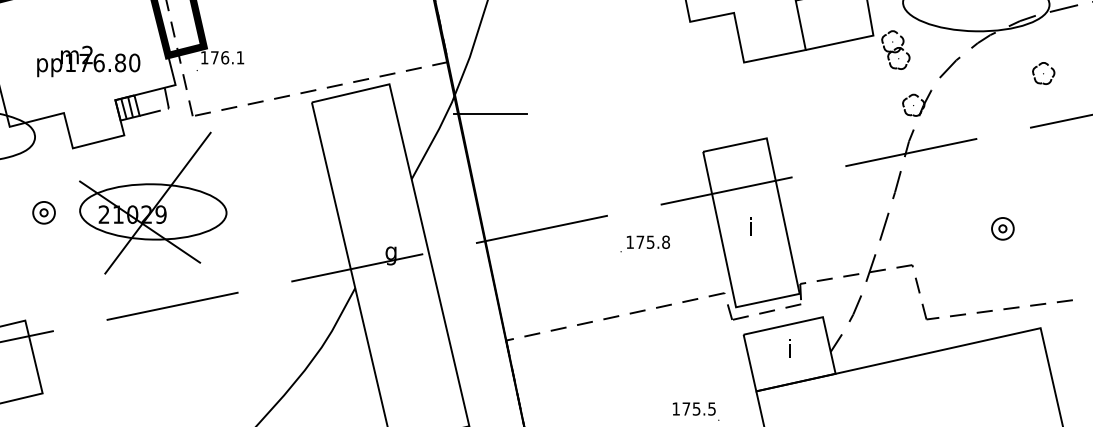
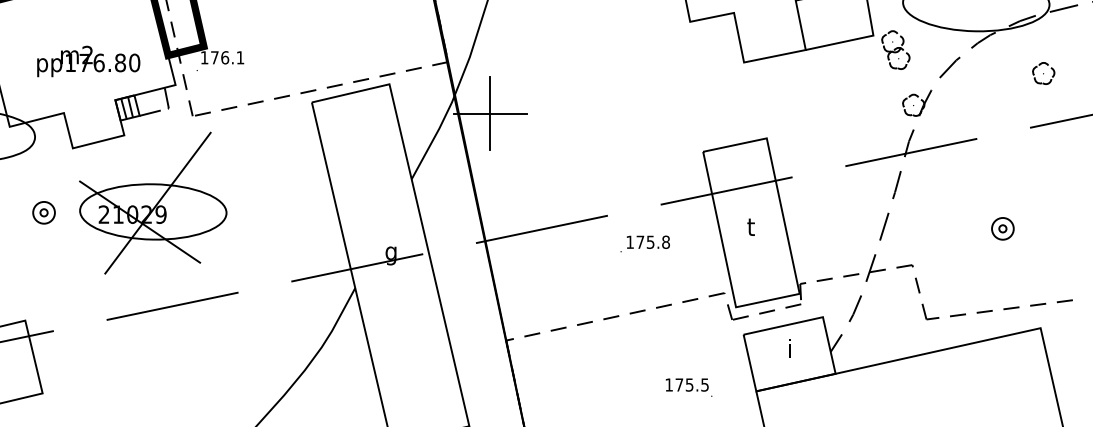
line at (490, 113): none -> present
text at (750, 226): i -> t
text at (695, 411) position: (695, 411) -> (688, 387)
